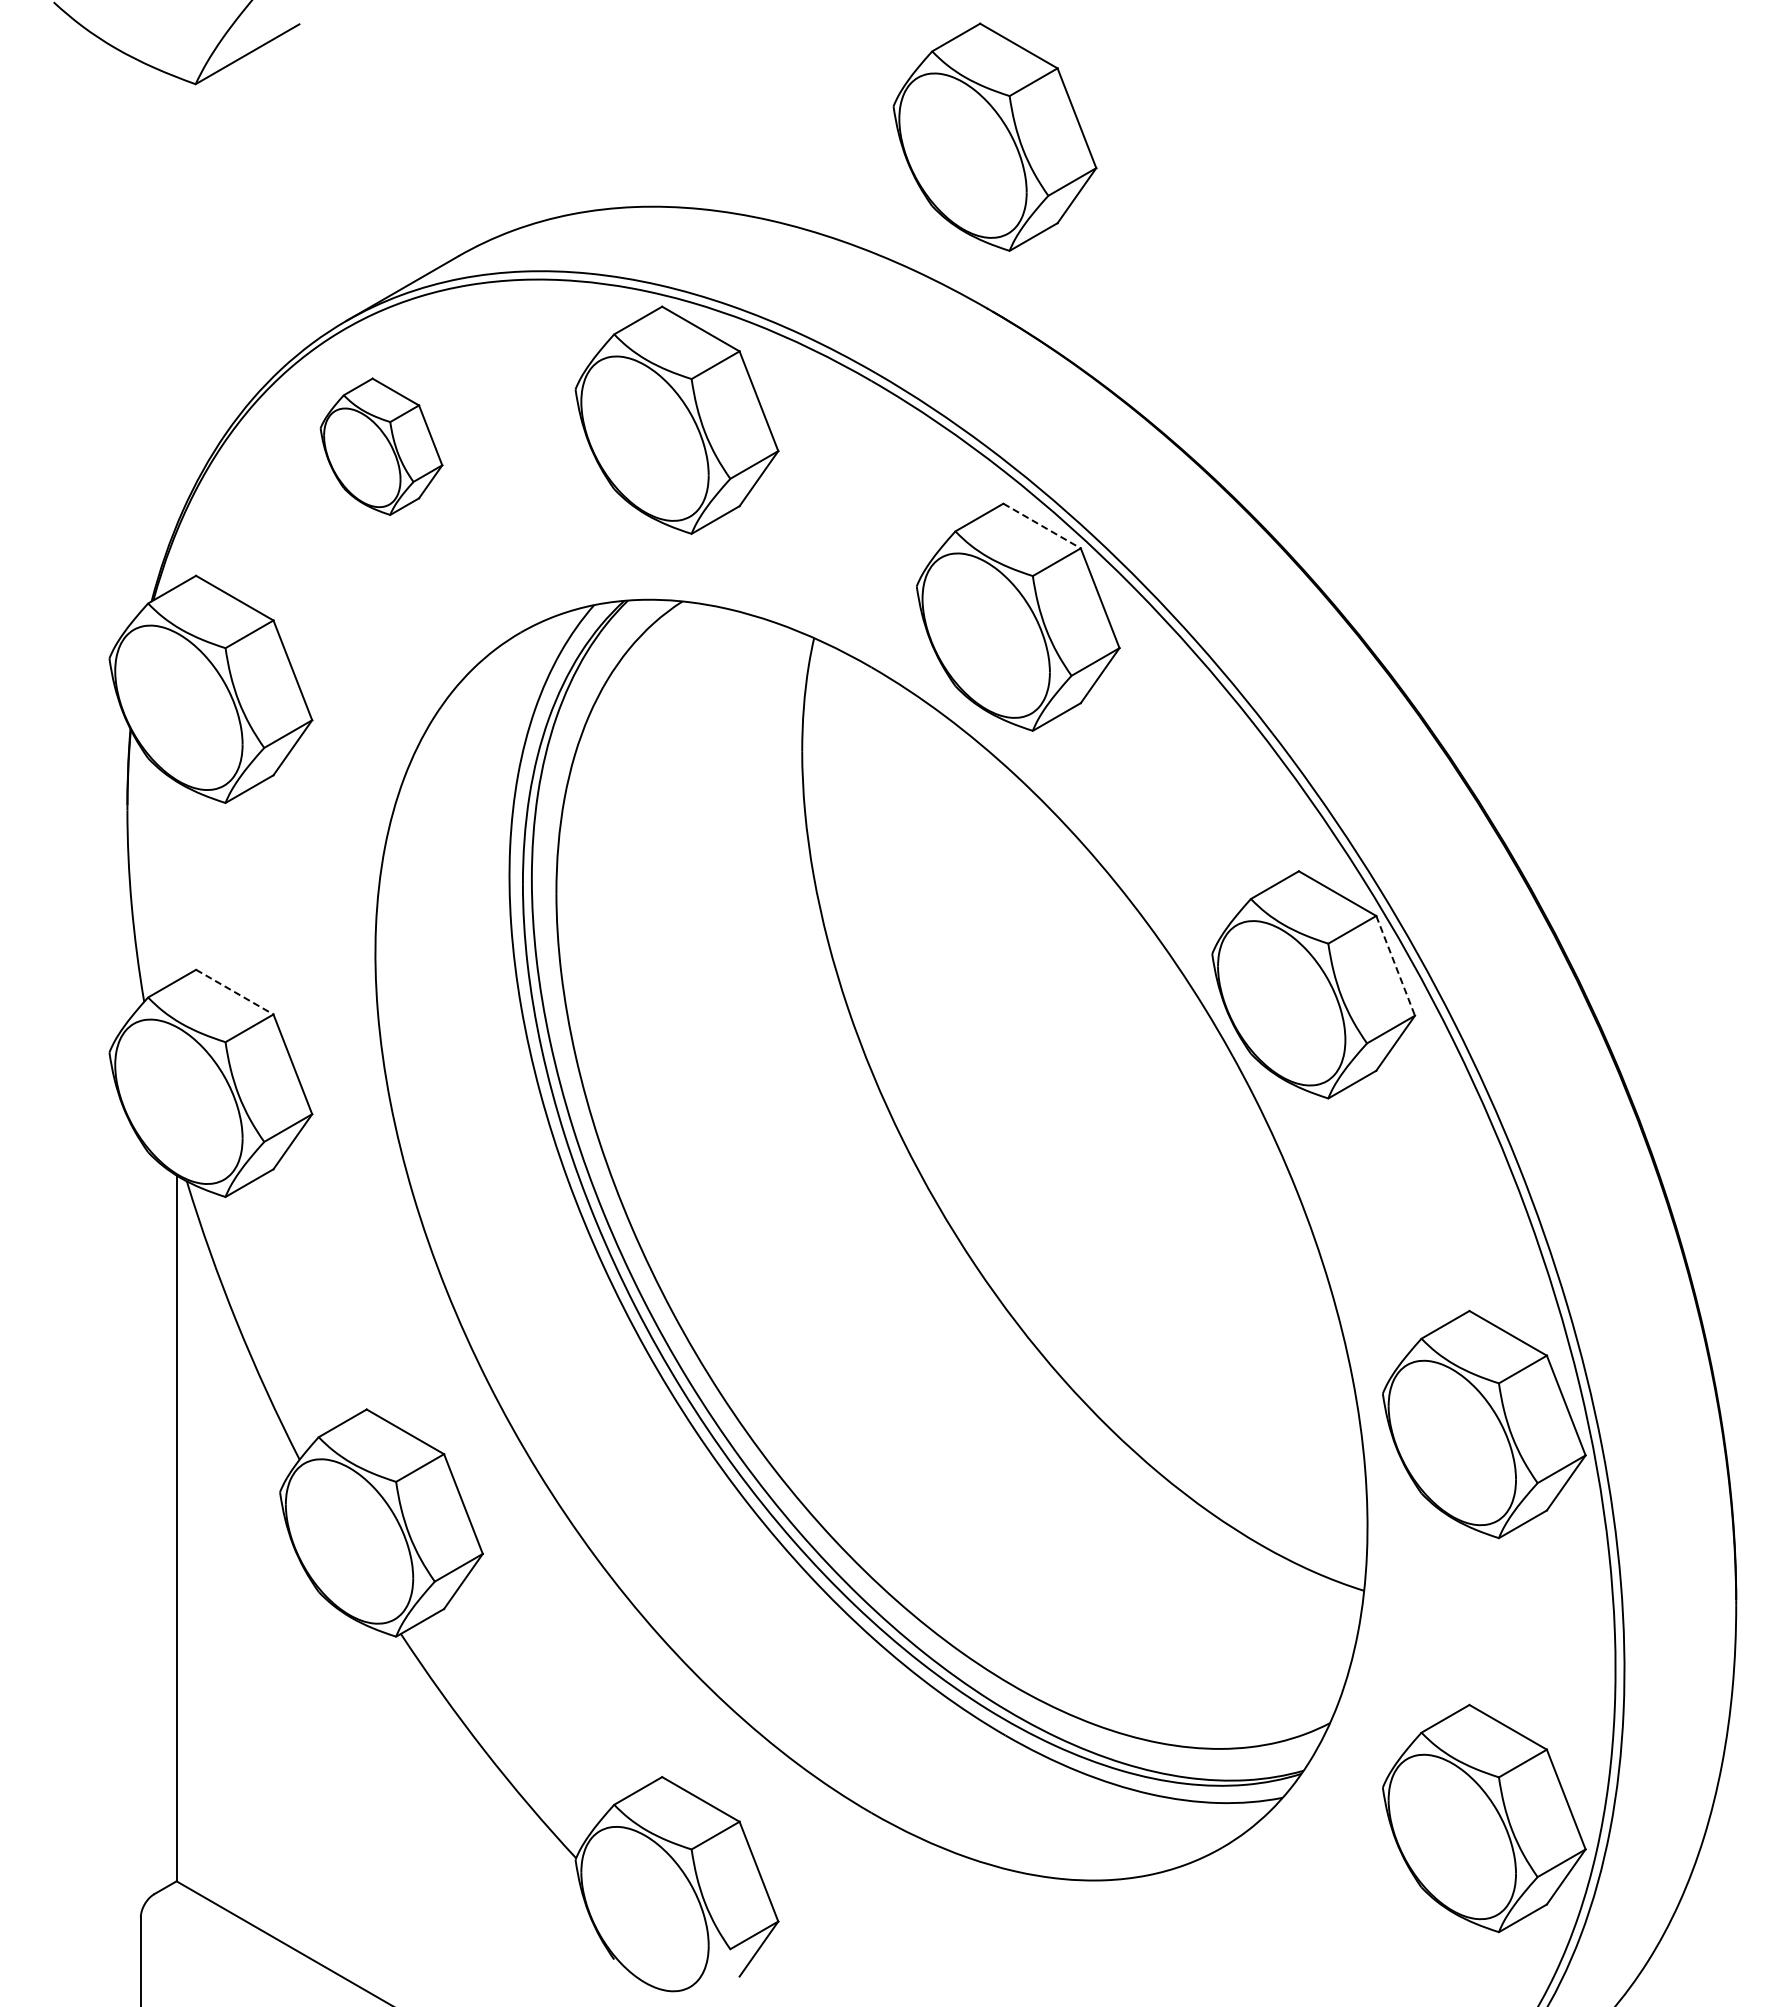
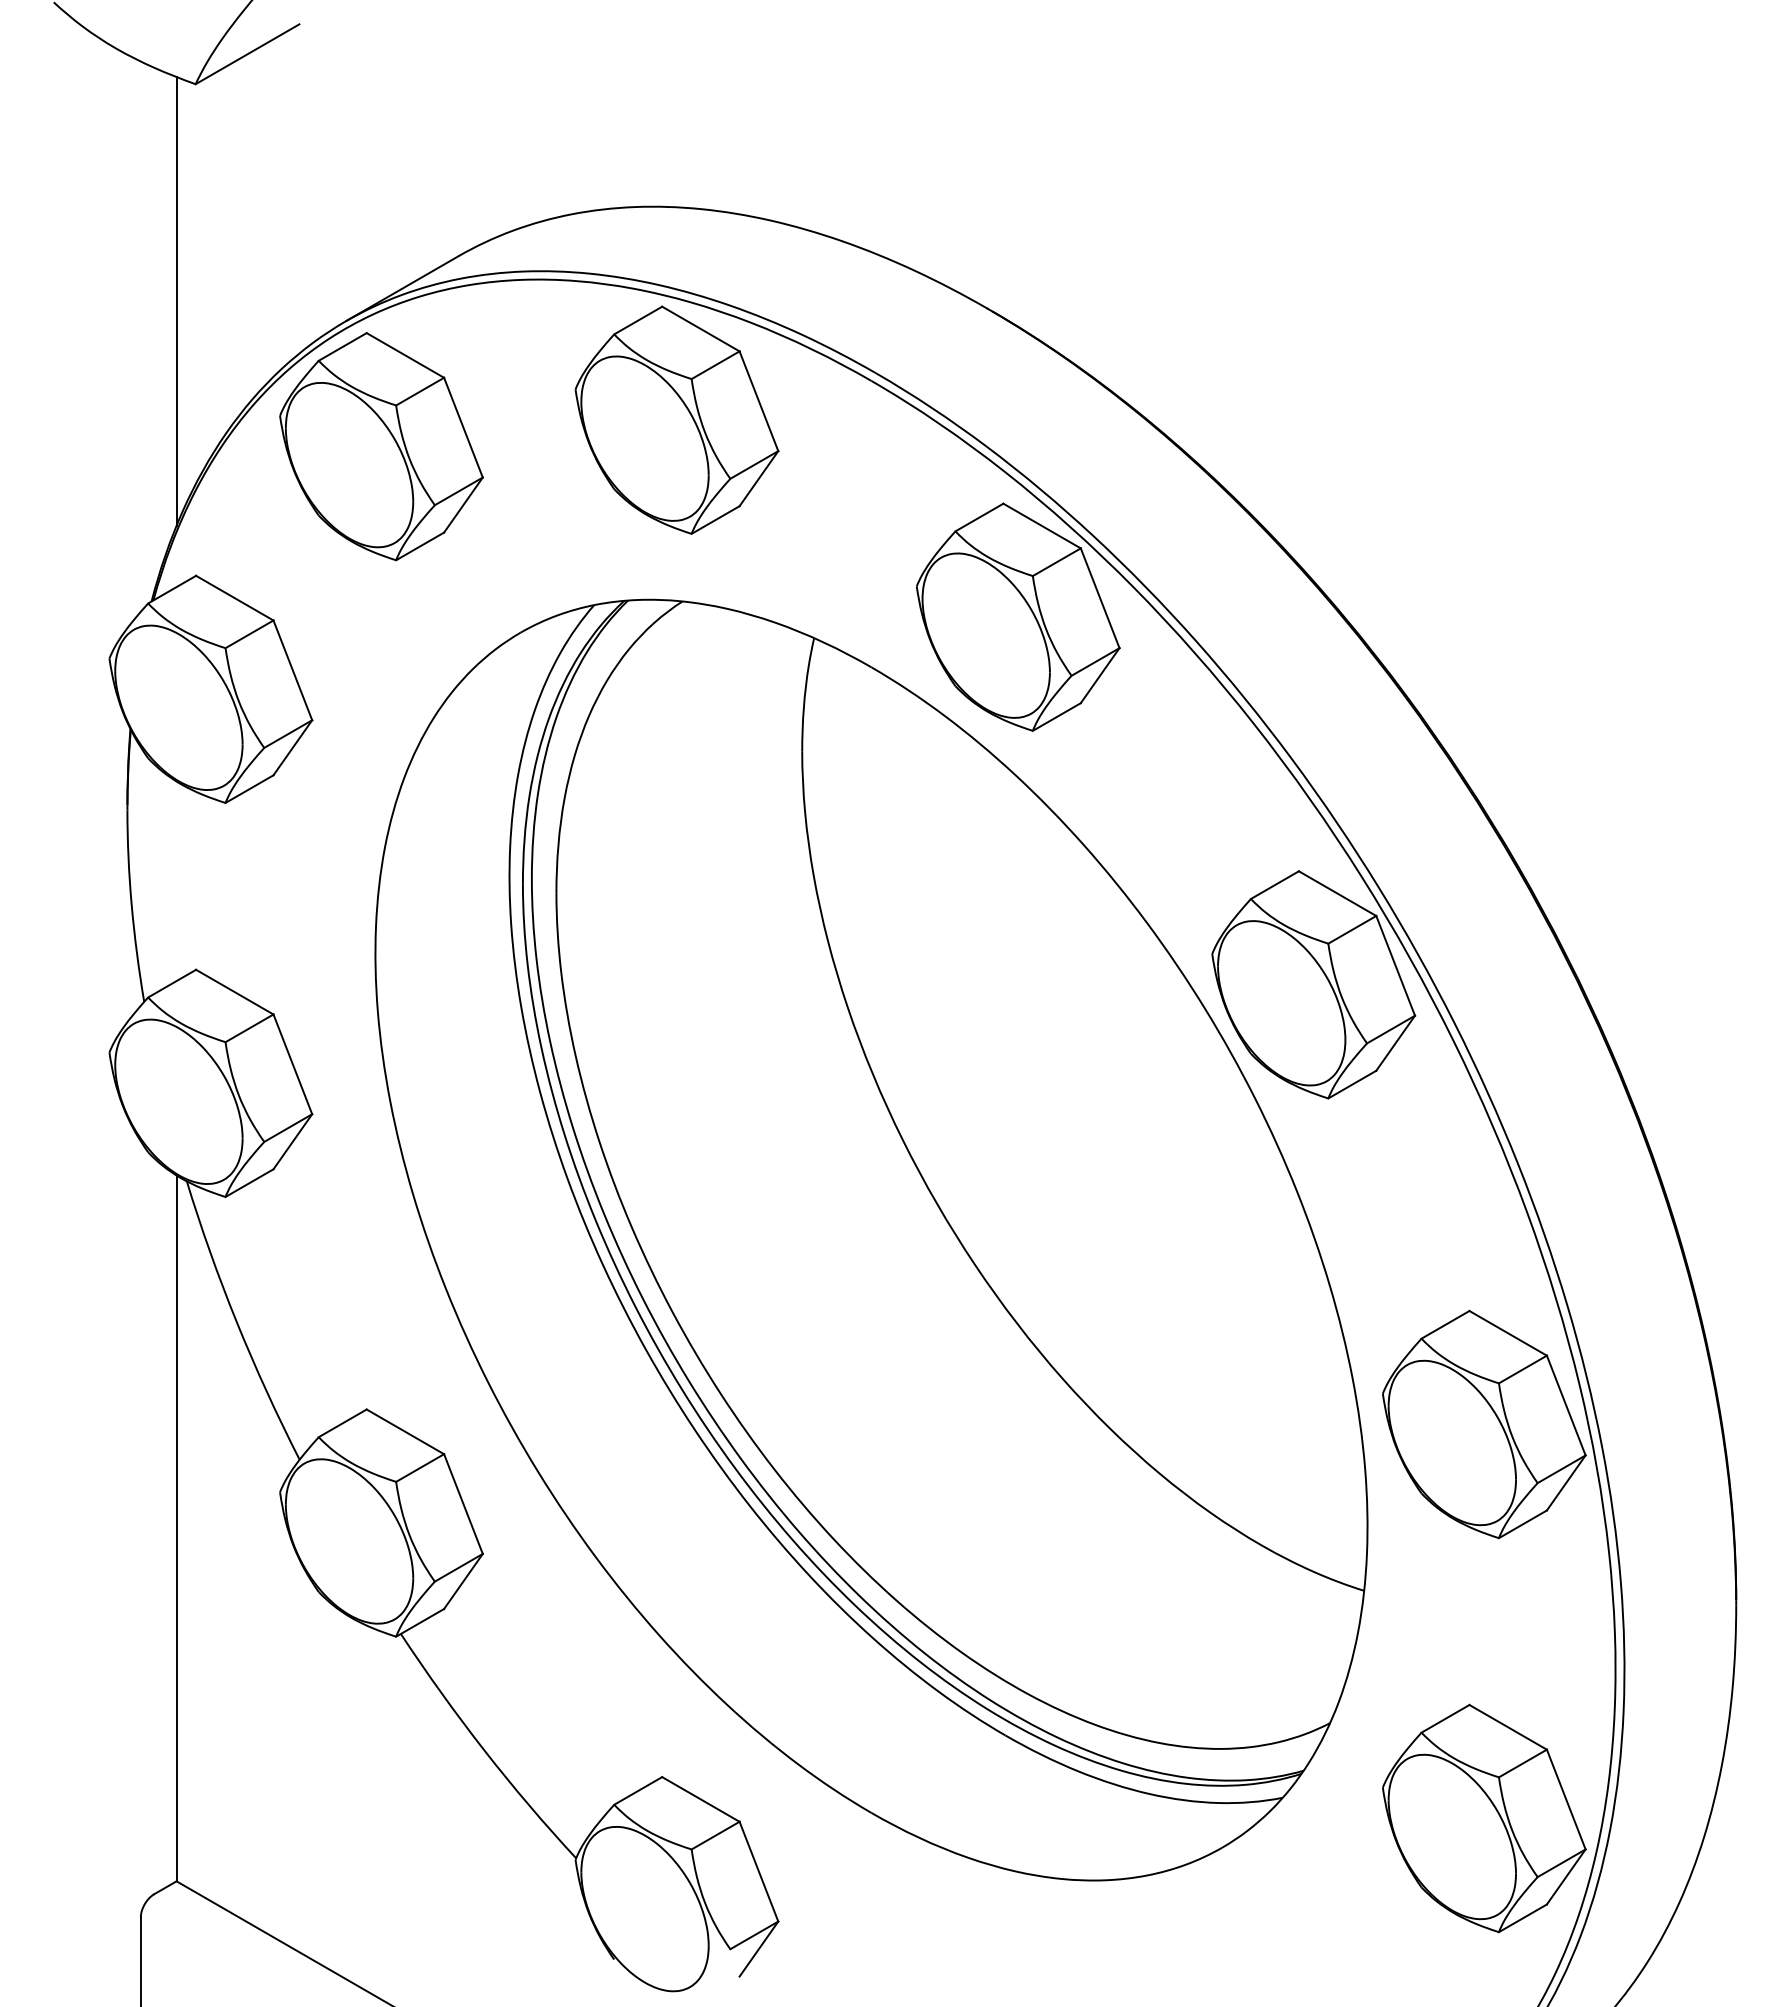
part at (994, 136): present -> none
line at (176, 301): none -> present
part at (381, 446) size: 125x139 px -> 205x230 px
line at (1042, 526): dashed -> solid
line at (1395, 966): dashed -> solid
line at (234, 992): dashed -> solid
